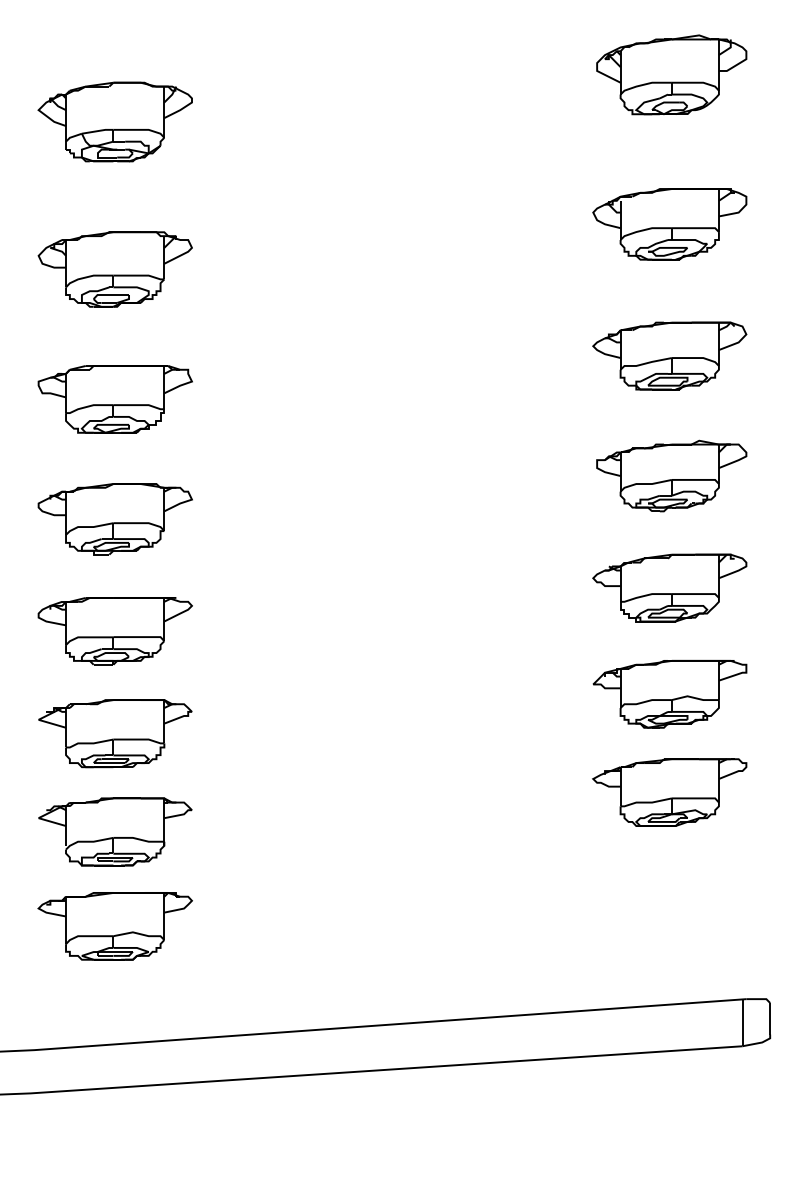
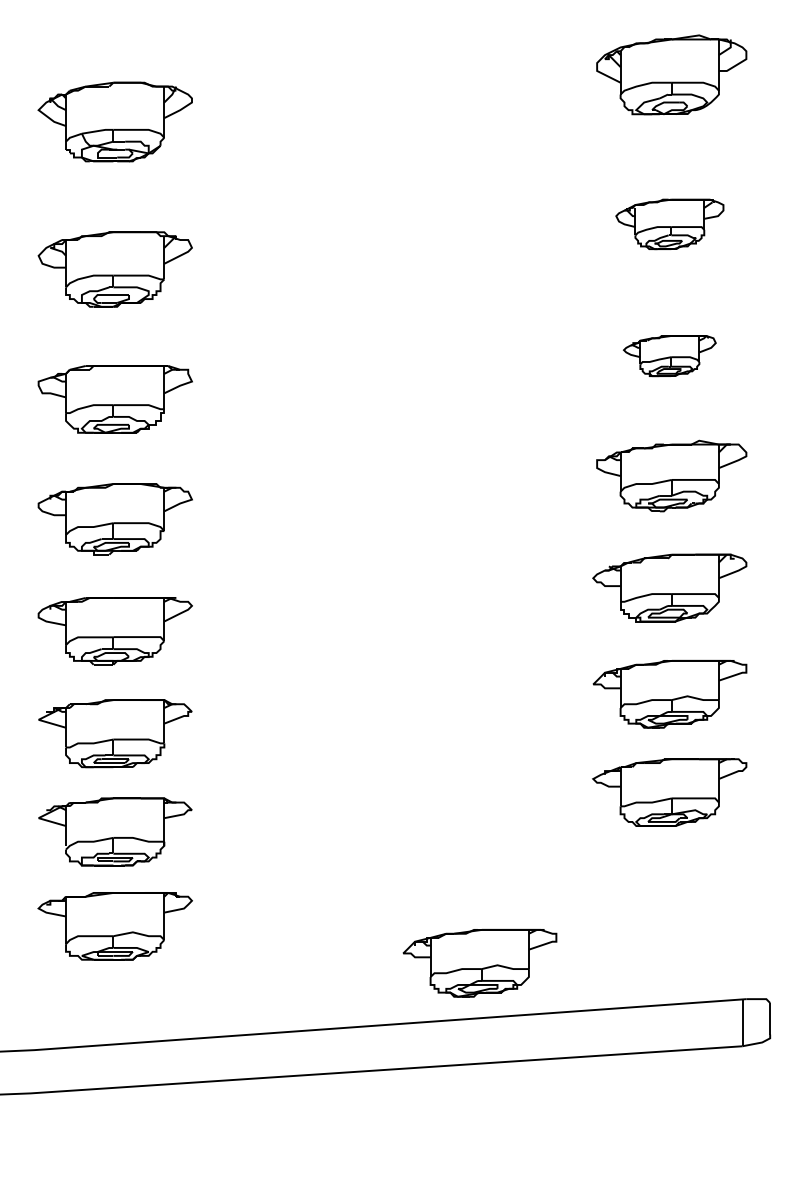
part at (669, 224) size: 156x73 px -> 110x53 px
part at (669, 355) size: 156x70 px -> 94x43 px
part at (479, 963): none -> present
